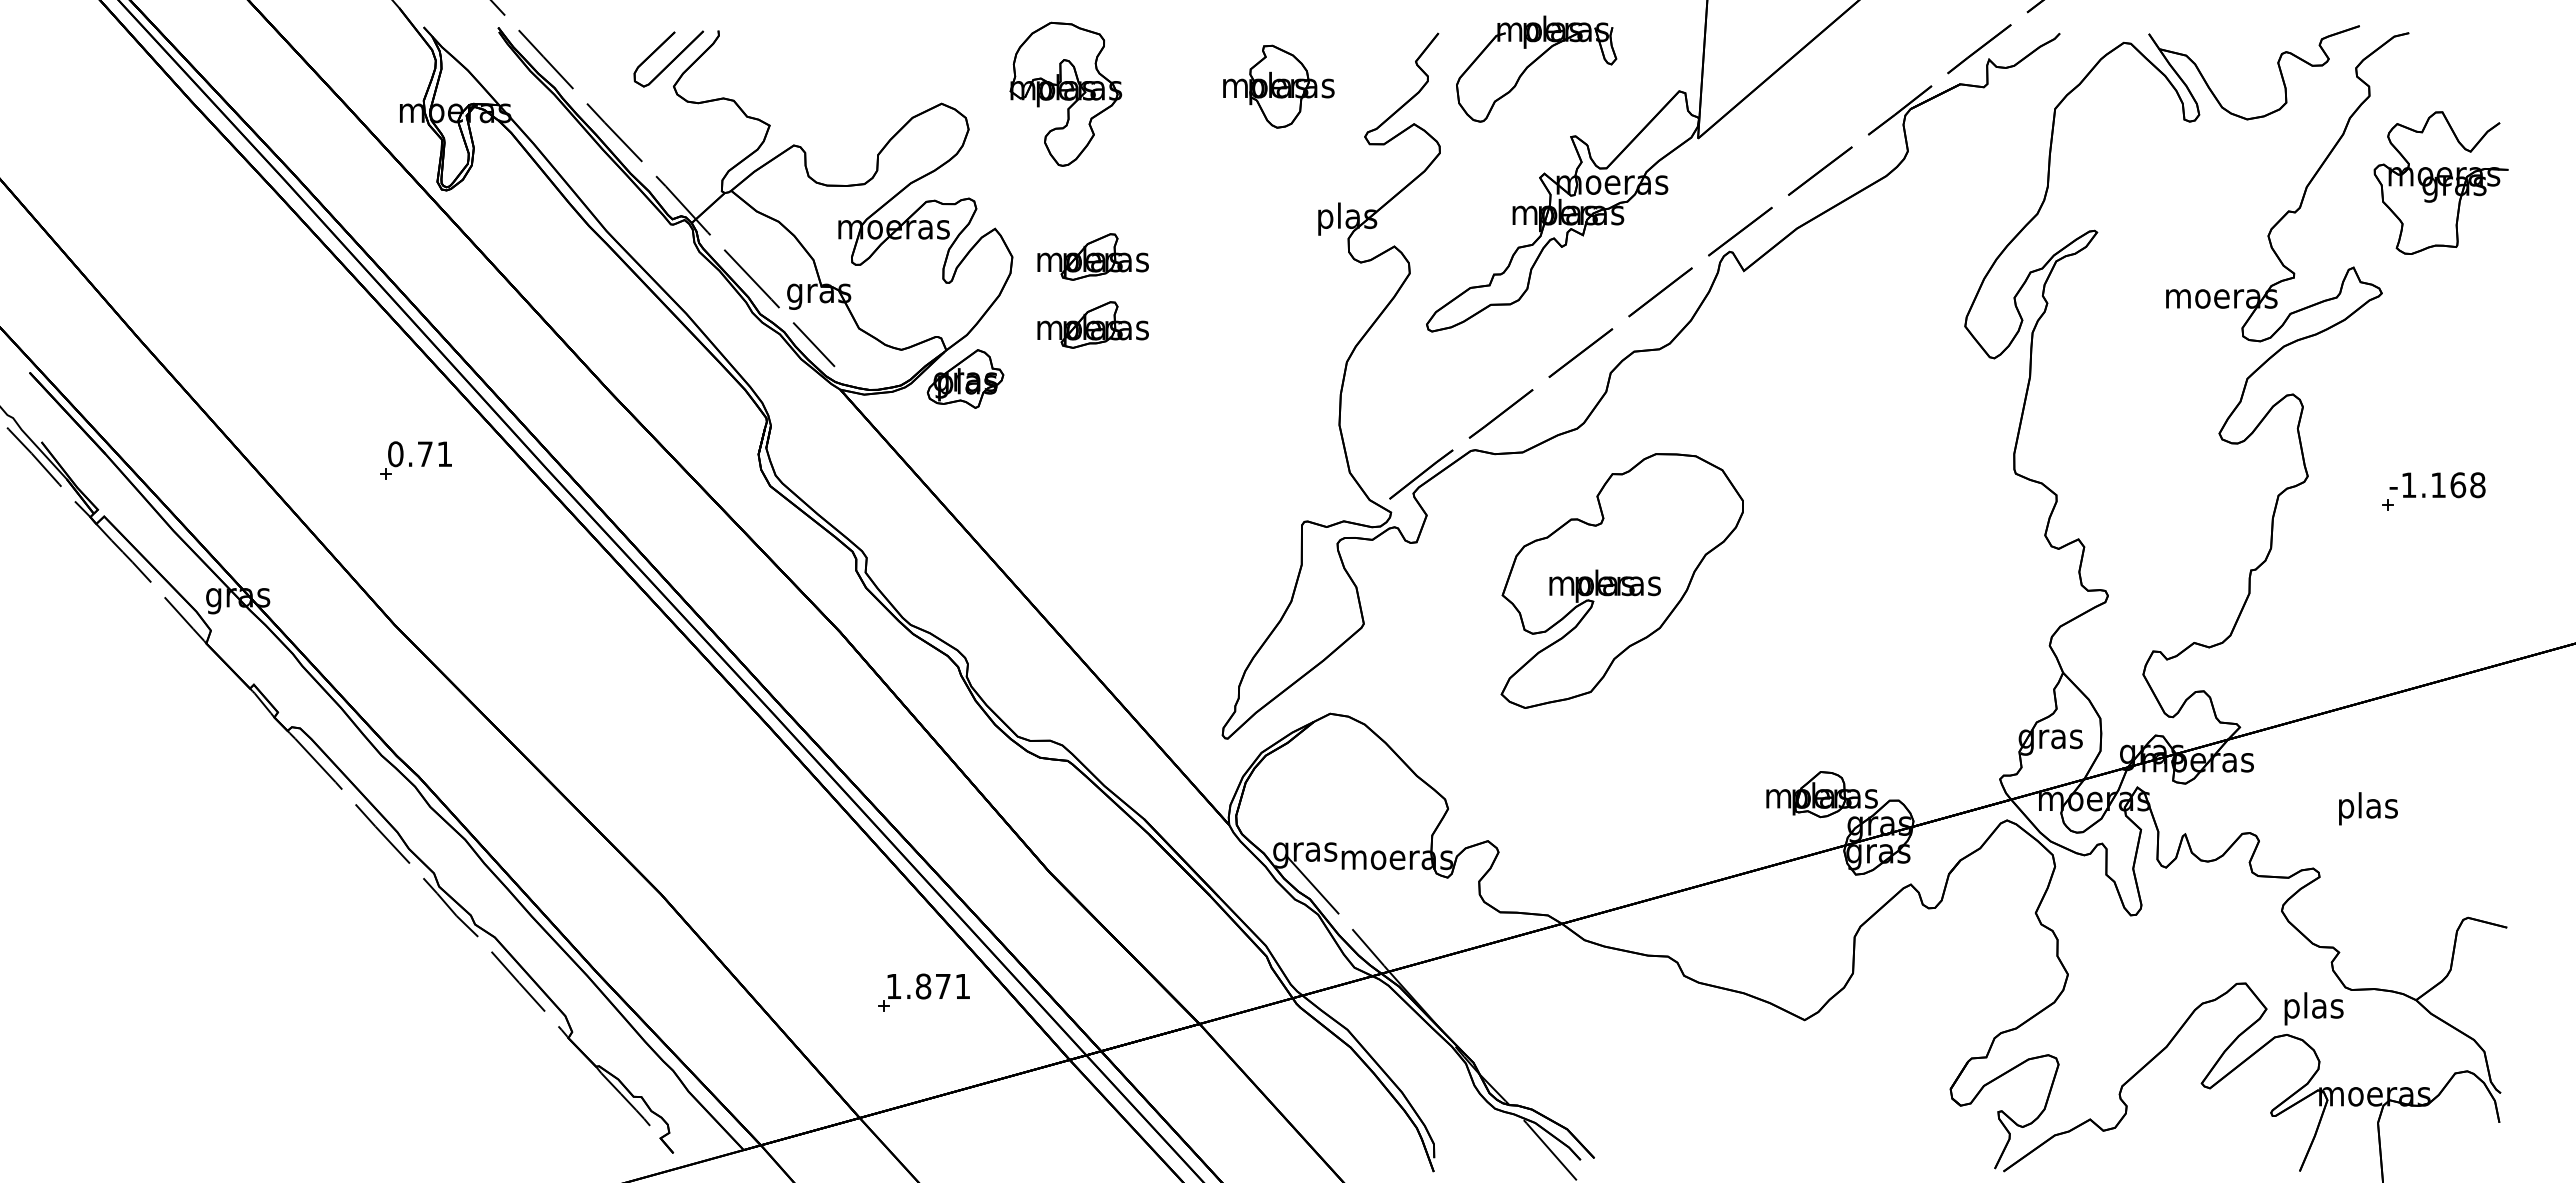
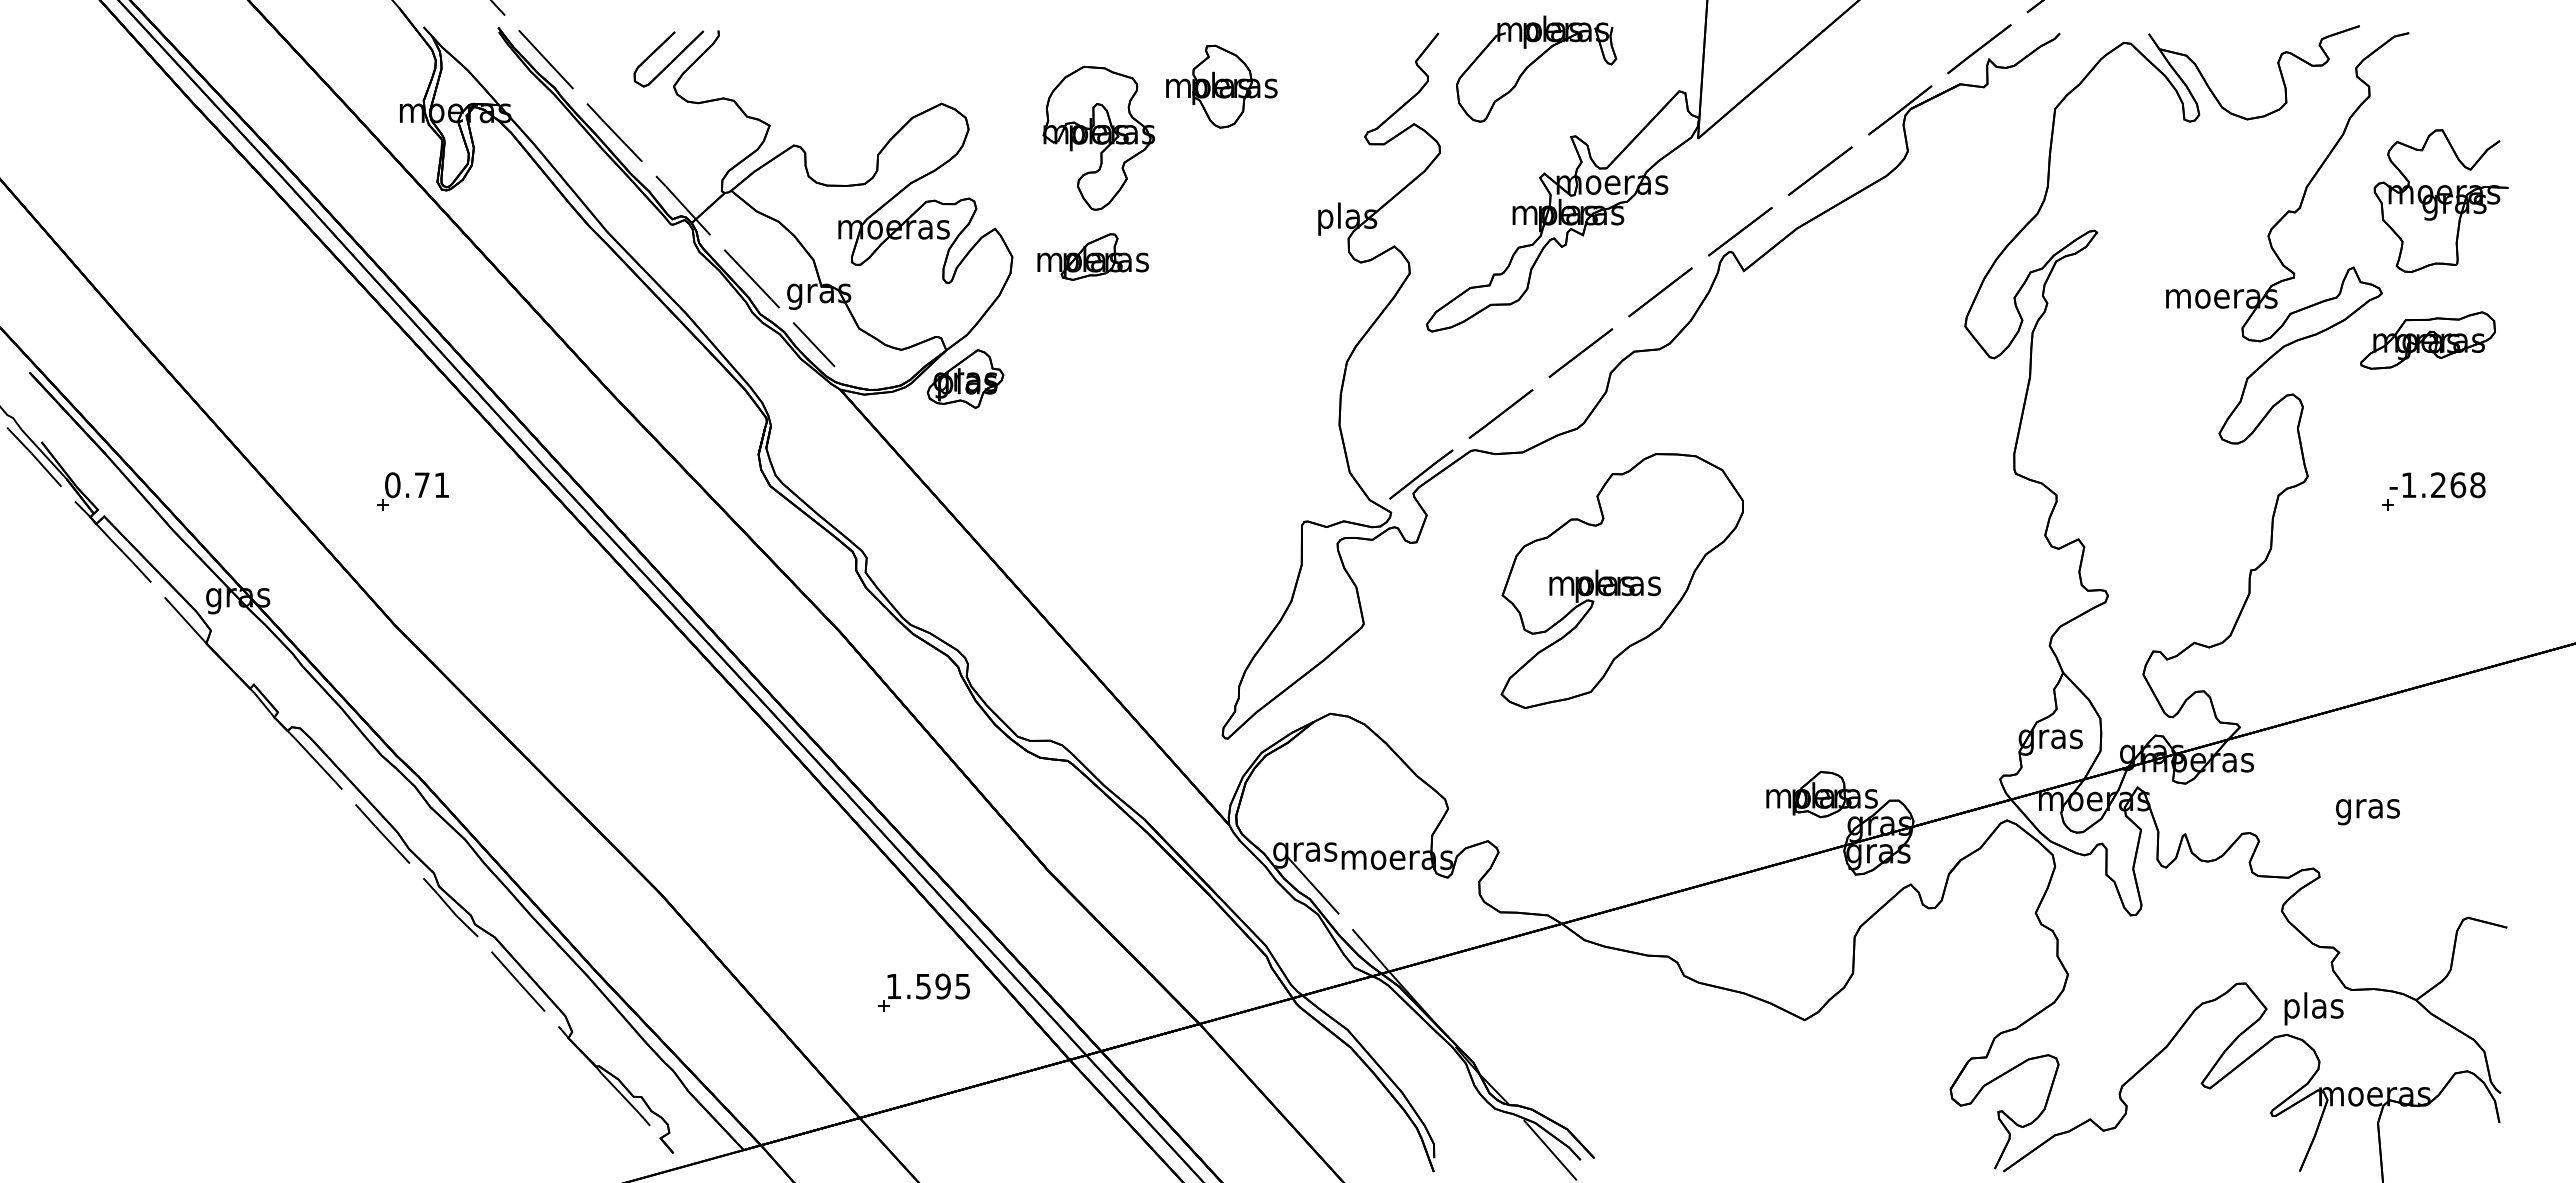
part at (1278, 86) position: (1278, 86) -> (1221, 86)
part at (1065, 93) position: (1065, 93) -> (1098, 137)
part at (2440, 182) position: (2440, 182) -> (2440, 200)
part at (1092, 324): present -> none
part at (2427, 340): none -> present
part at (415, 460) position: (415, 460) -> (412, 491)
text at (2438, 484): -1.168 -> -1.268
text at (2367, 808): plas -> gras
text at (942, 986): 1.871 -> 1.595
